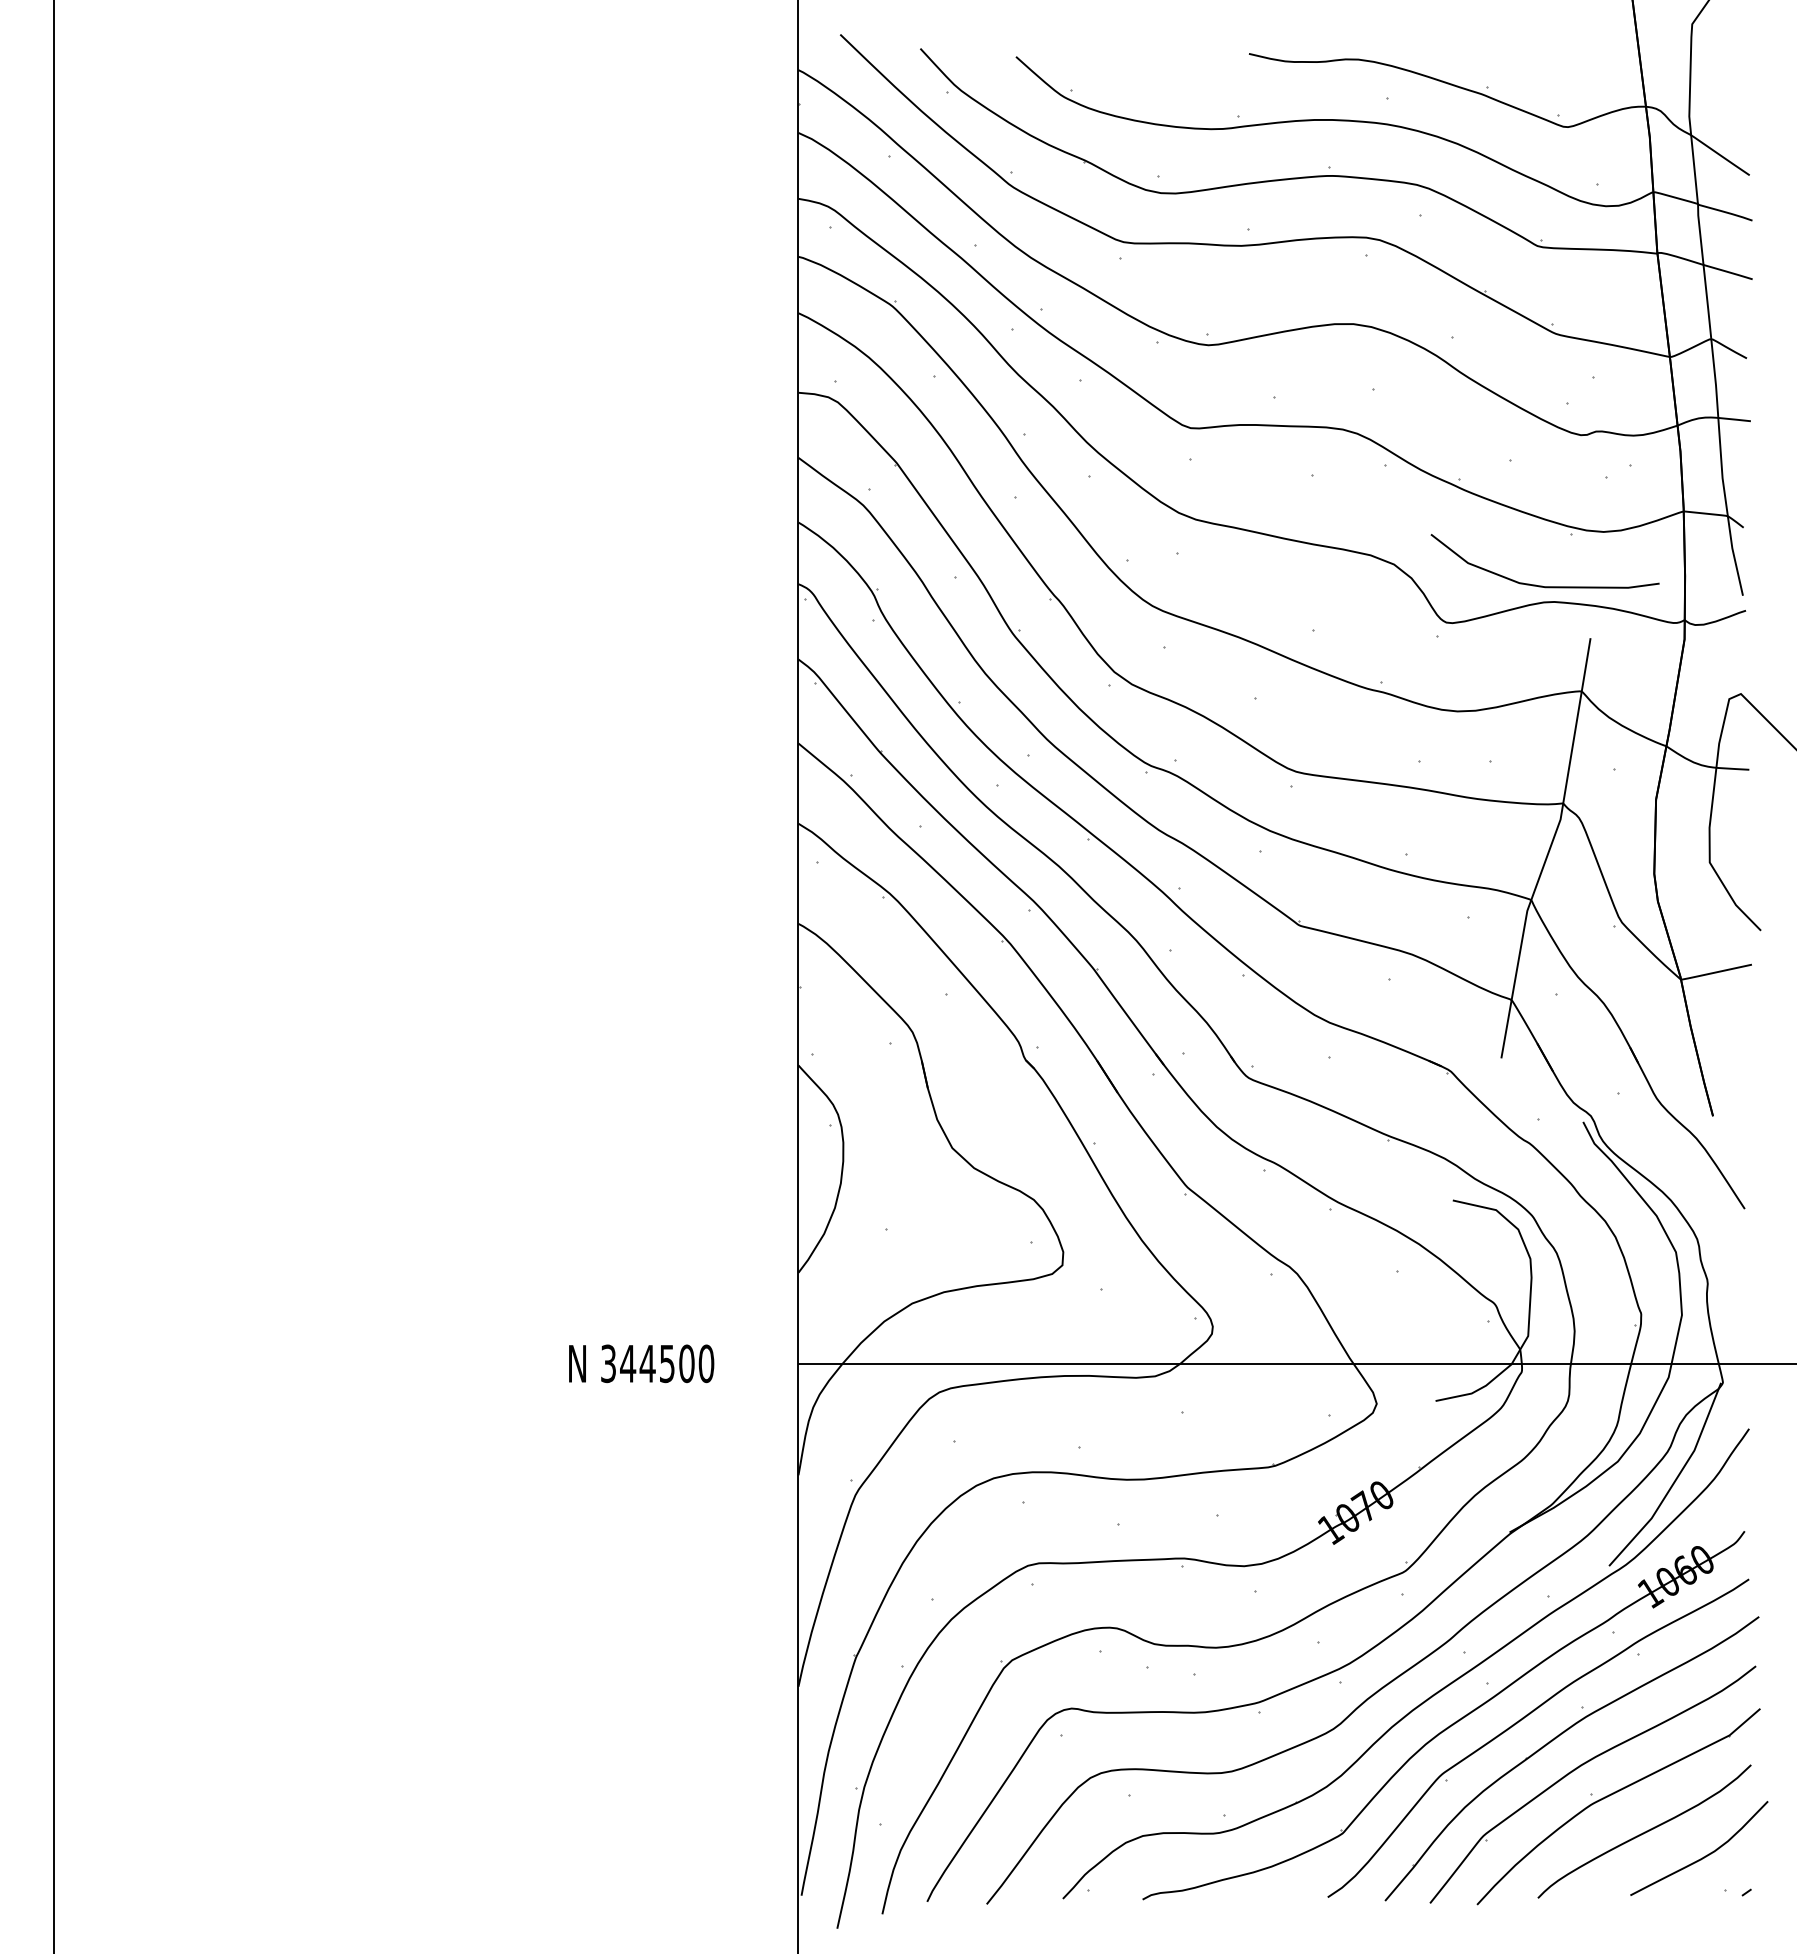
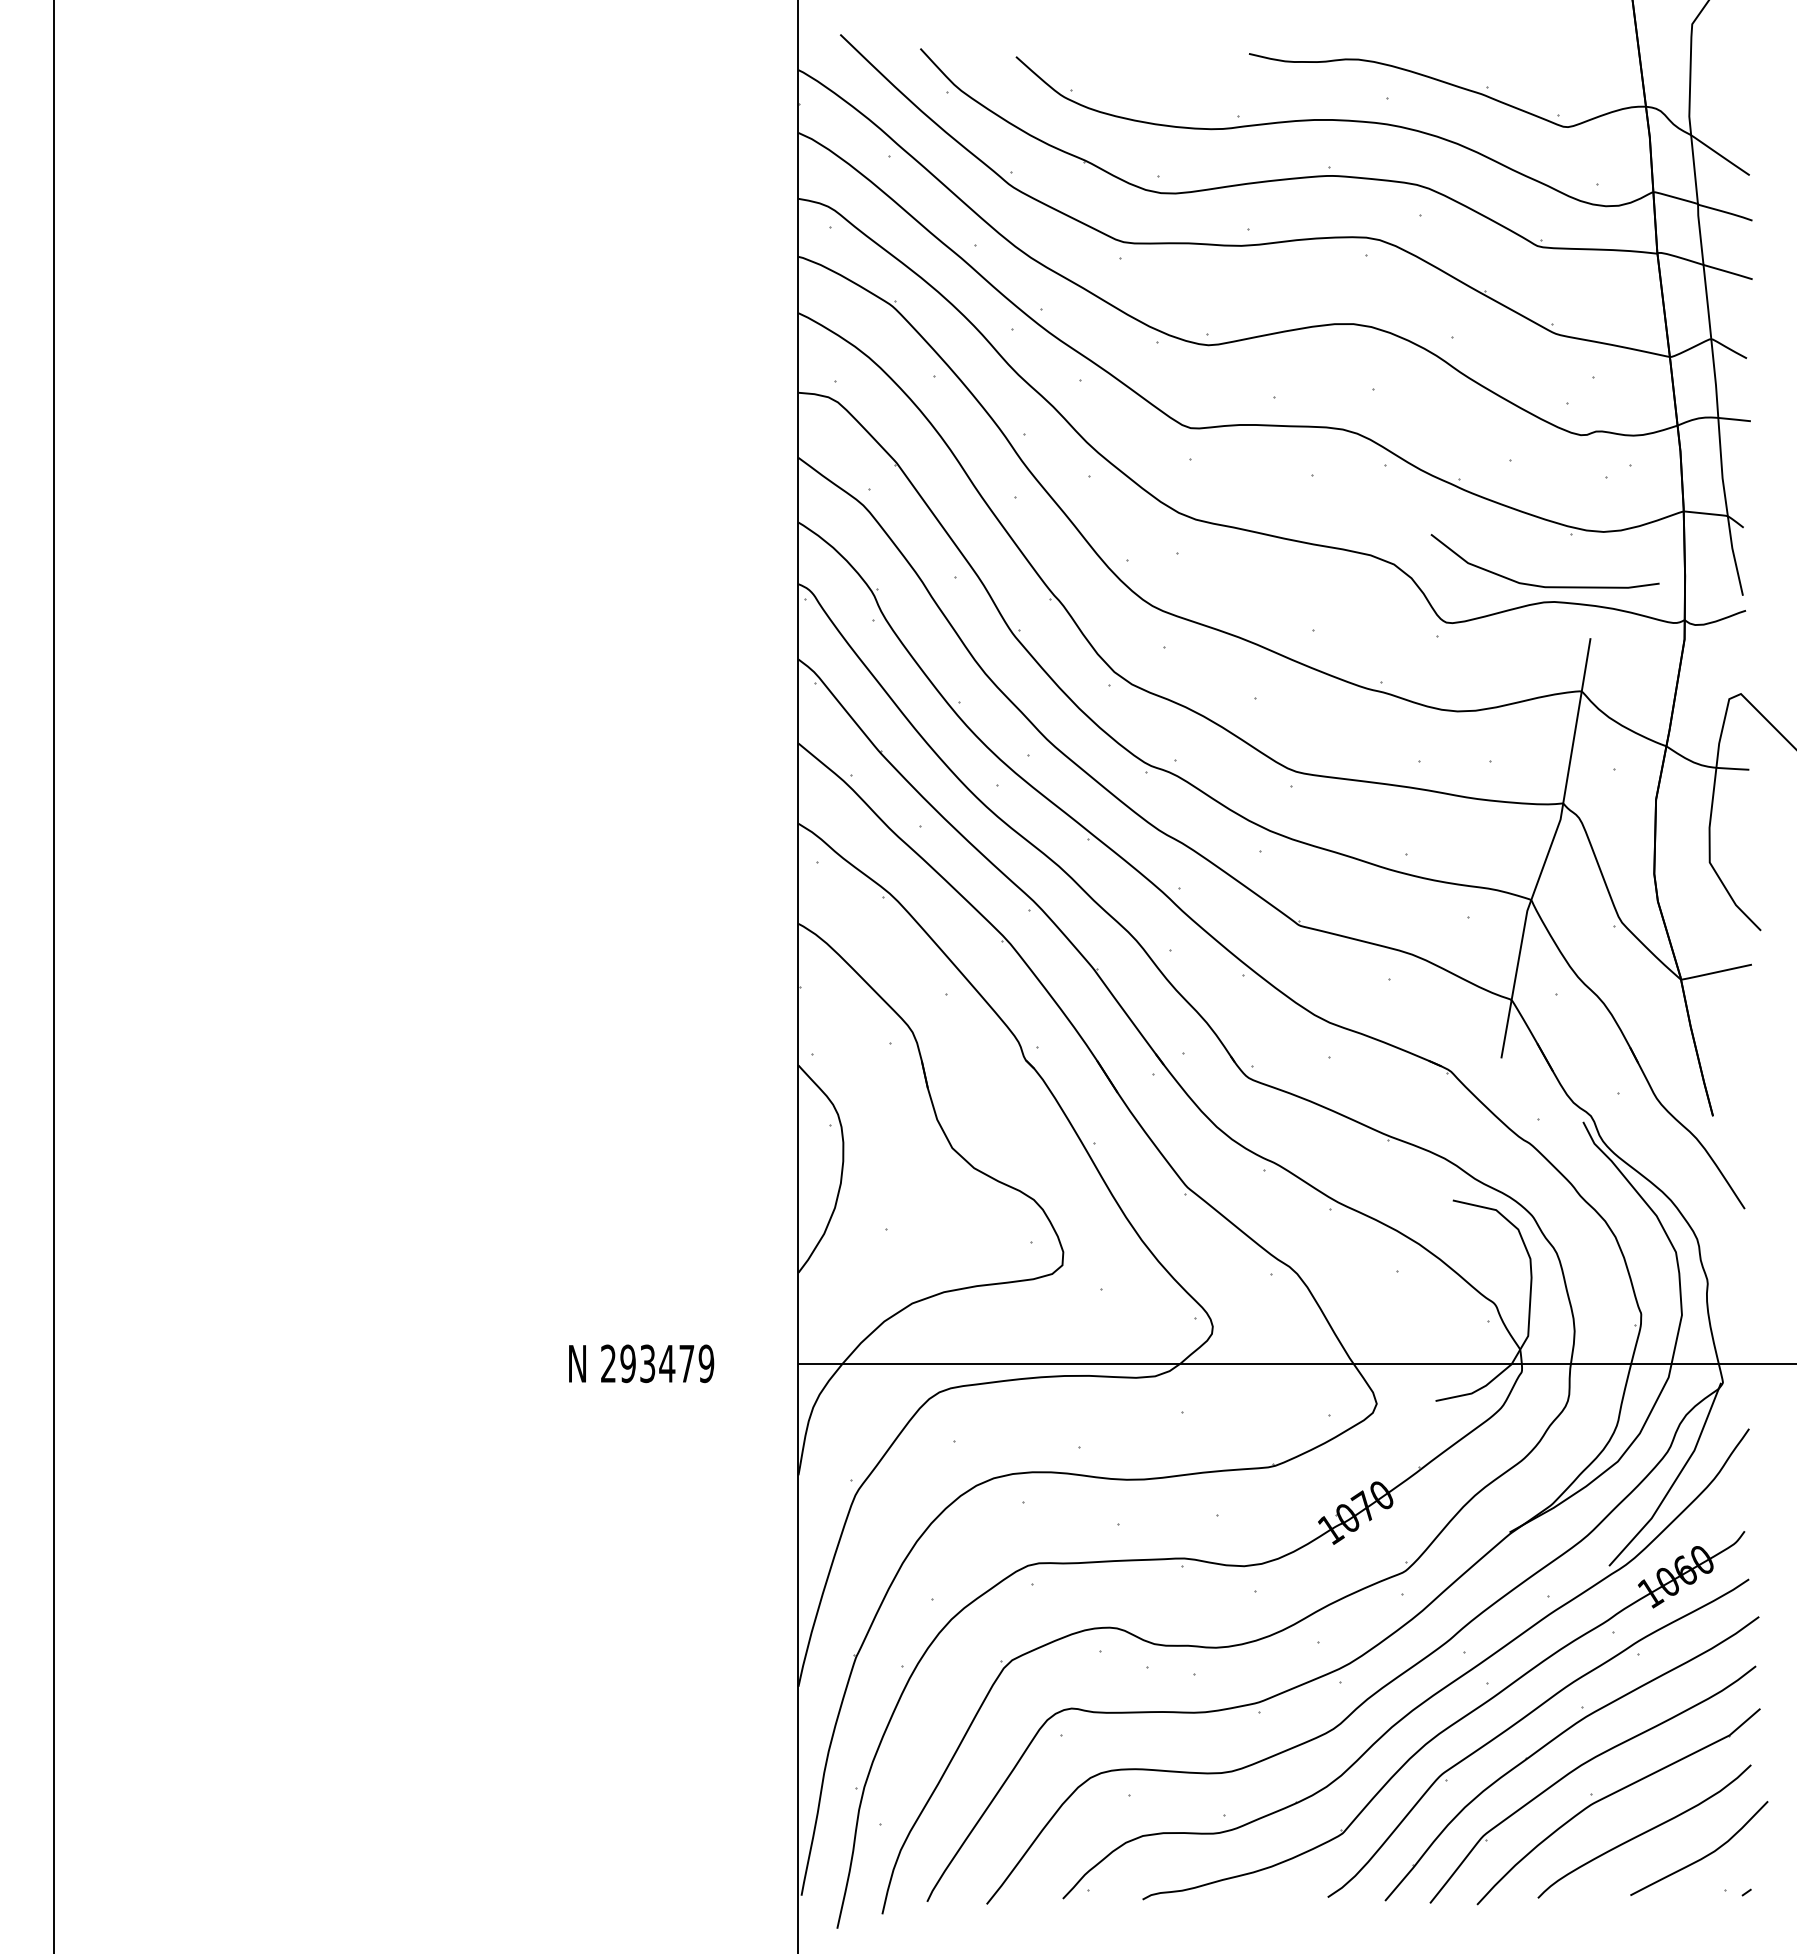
text at (657, 1363): 344500 -> 293479
